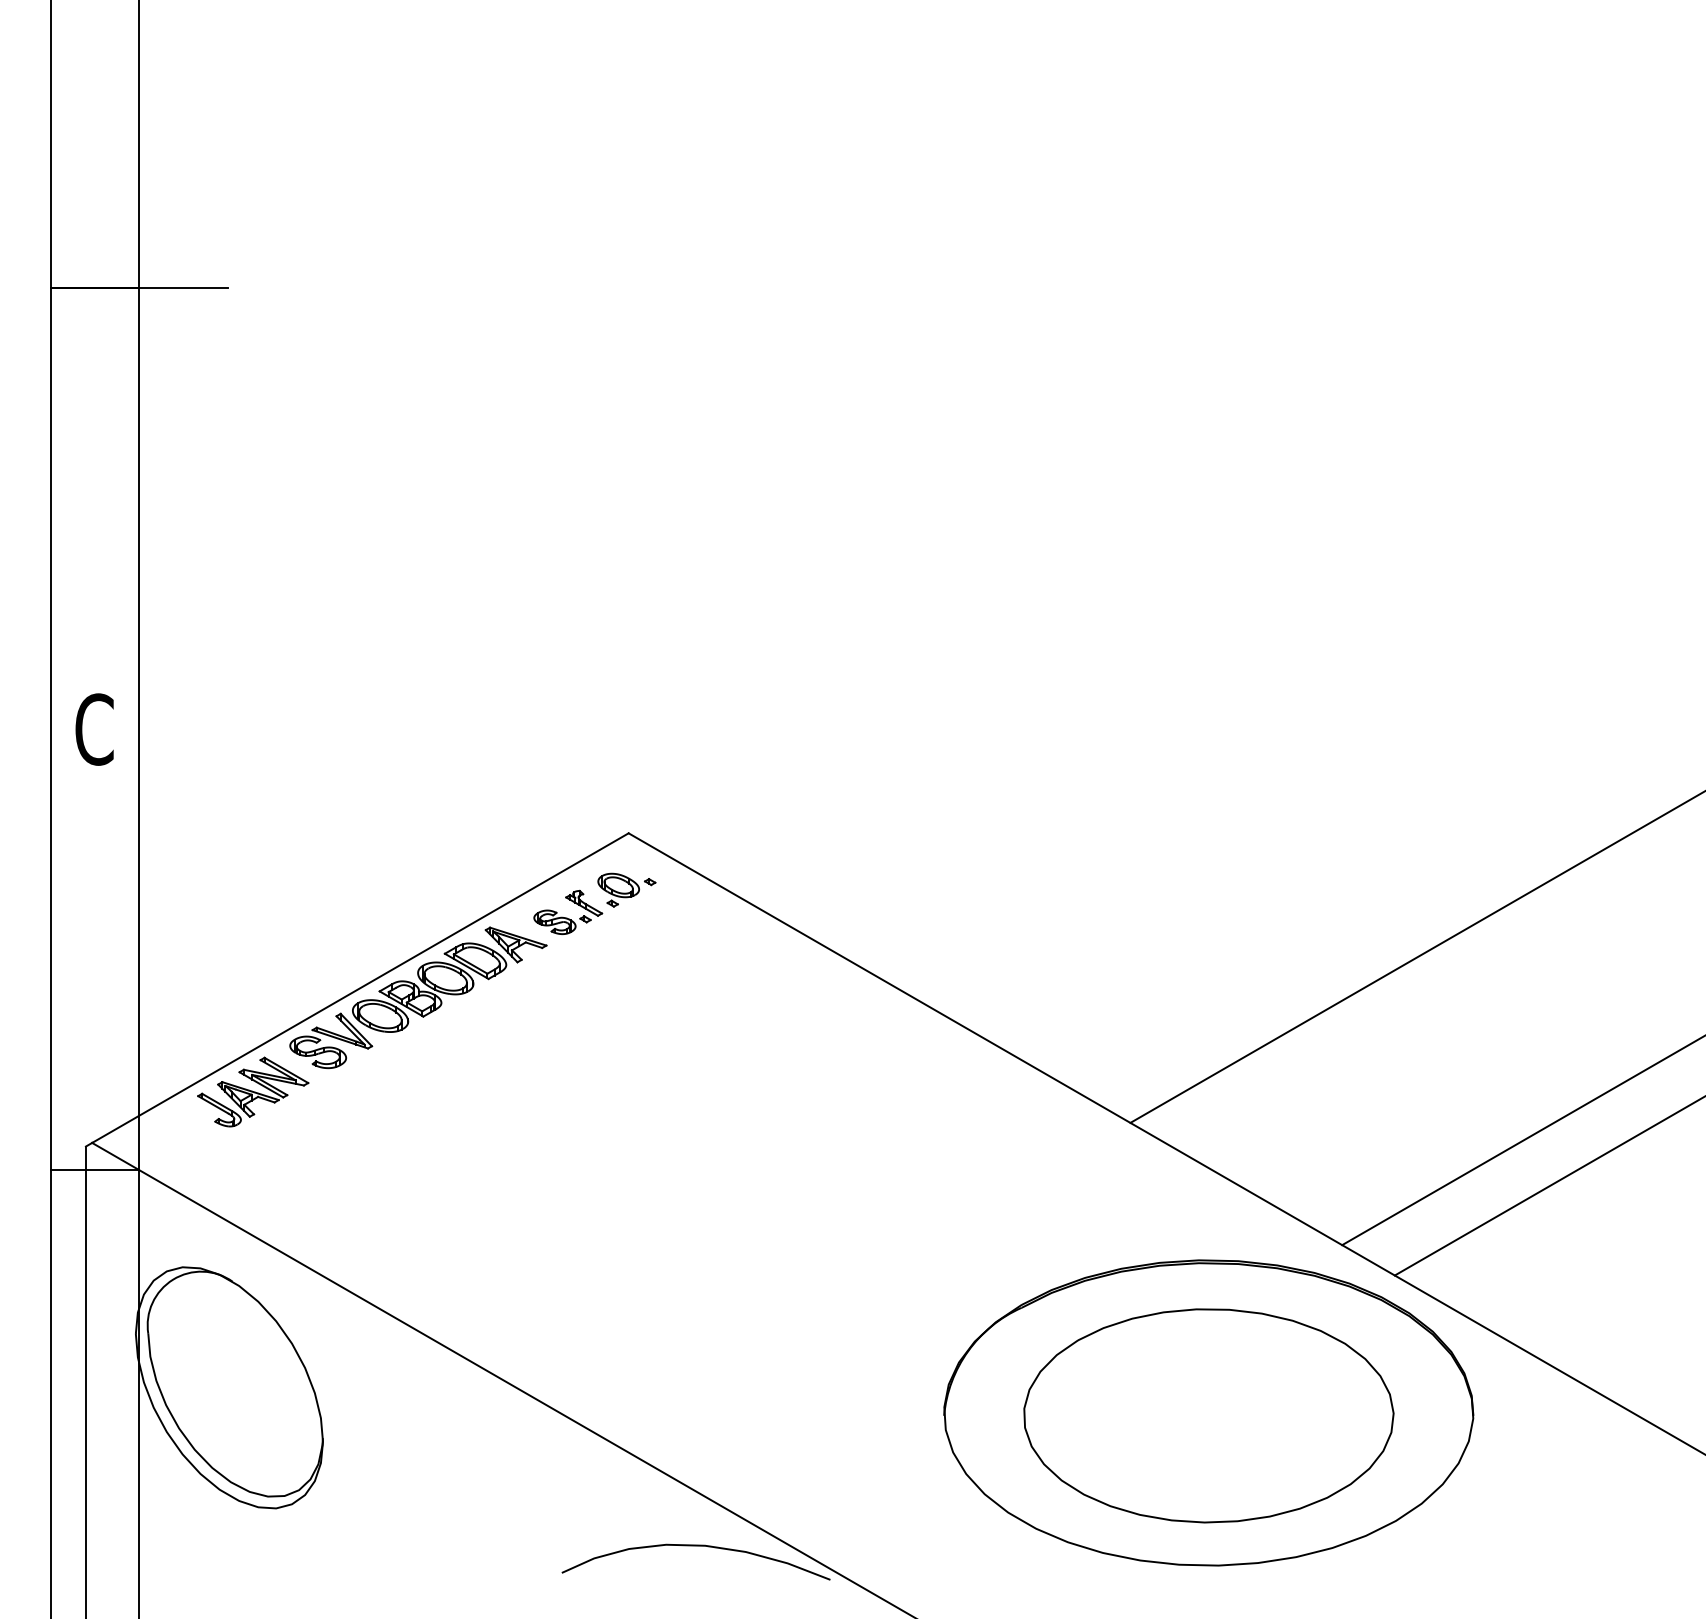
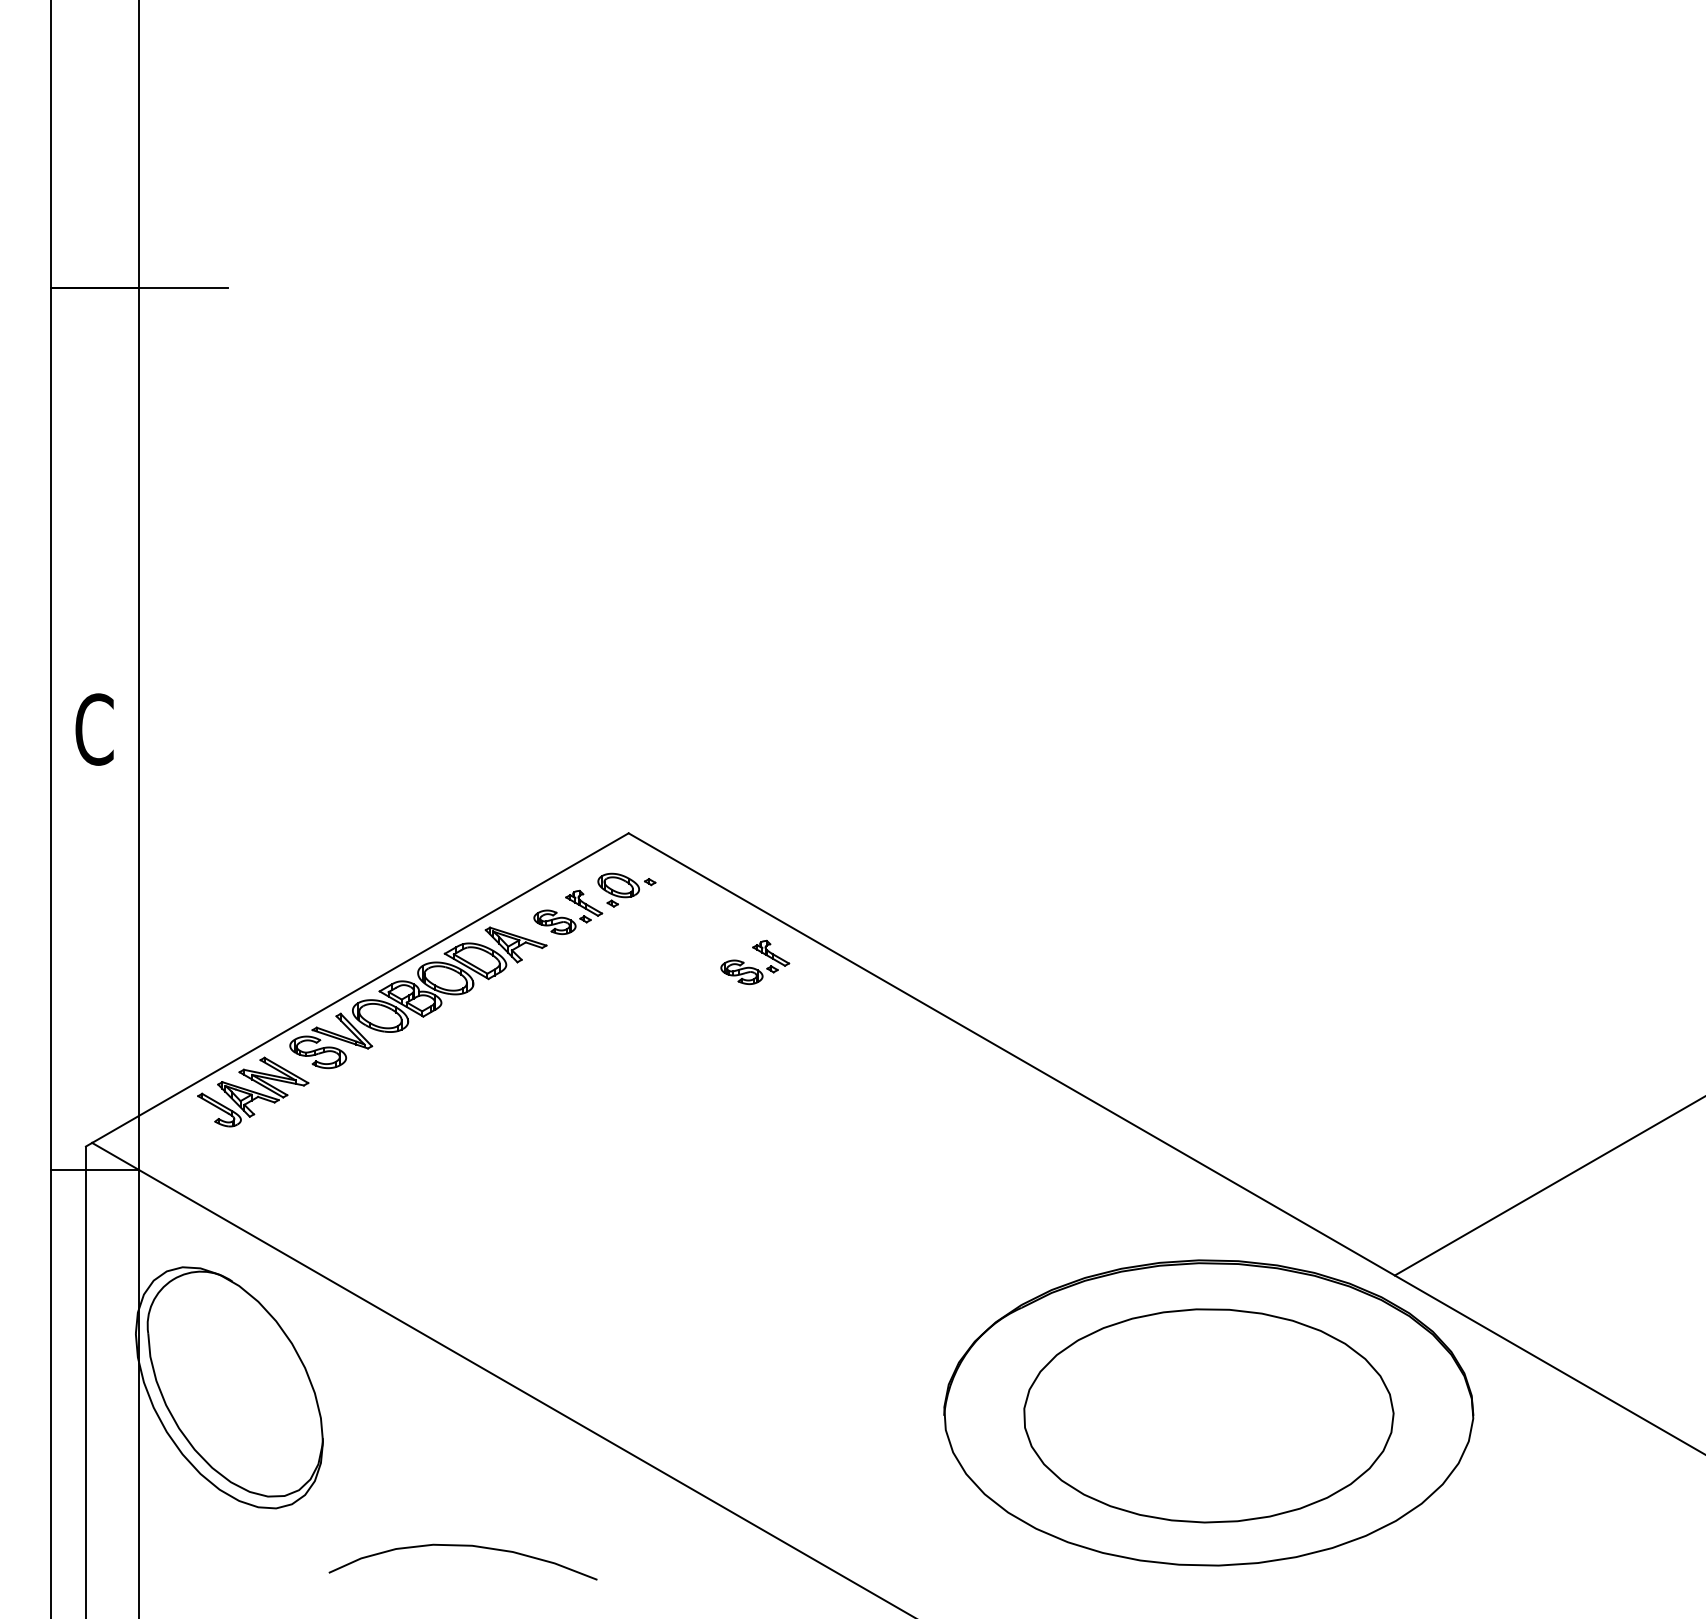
line at (1416, 957): present -> none
part at (754, 967): none -> present
line at (1522, 1141): present -> none
curve at (695, 1546) position: (695, 1546) -> (462, 1546)
